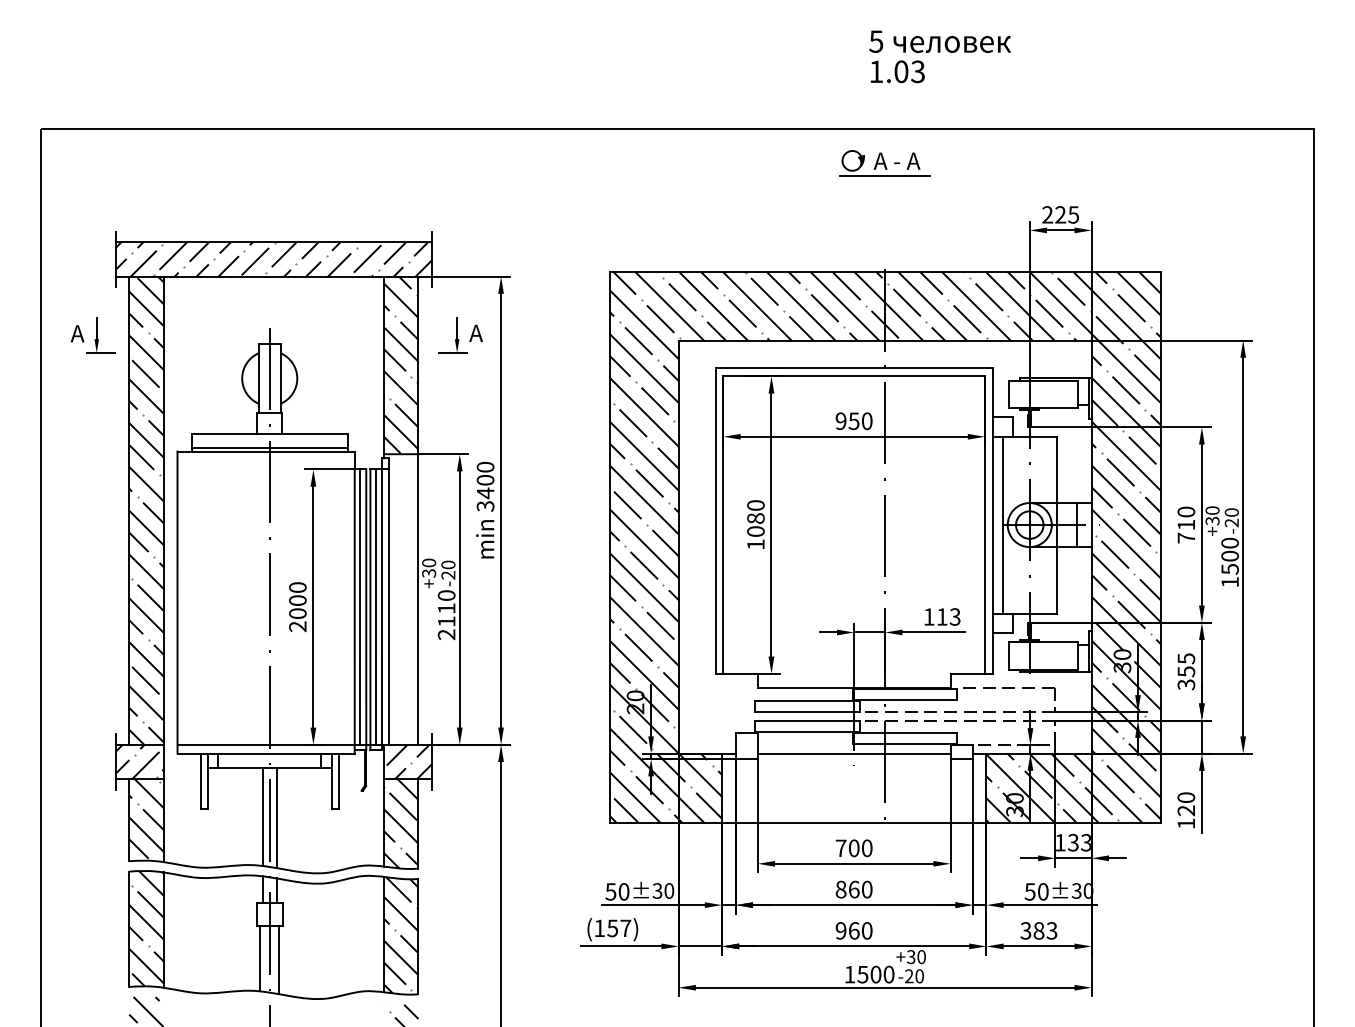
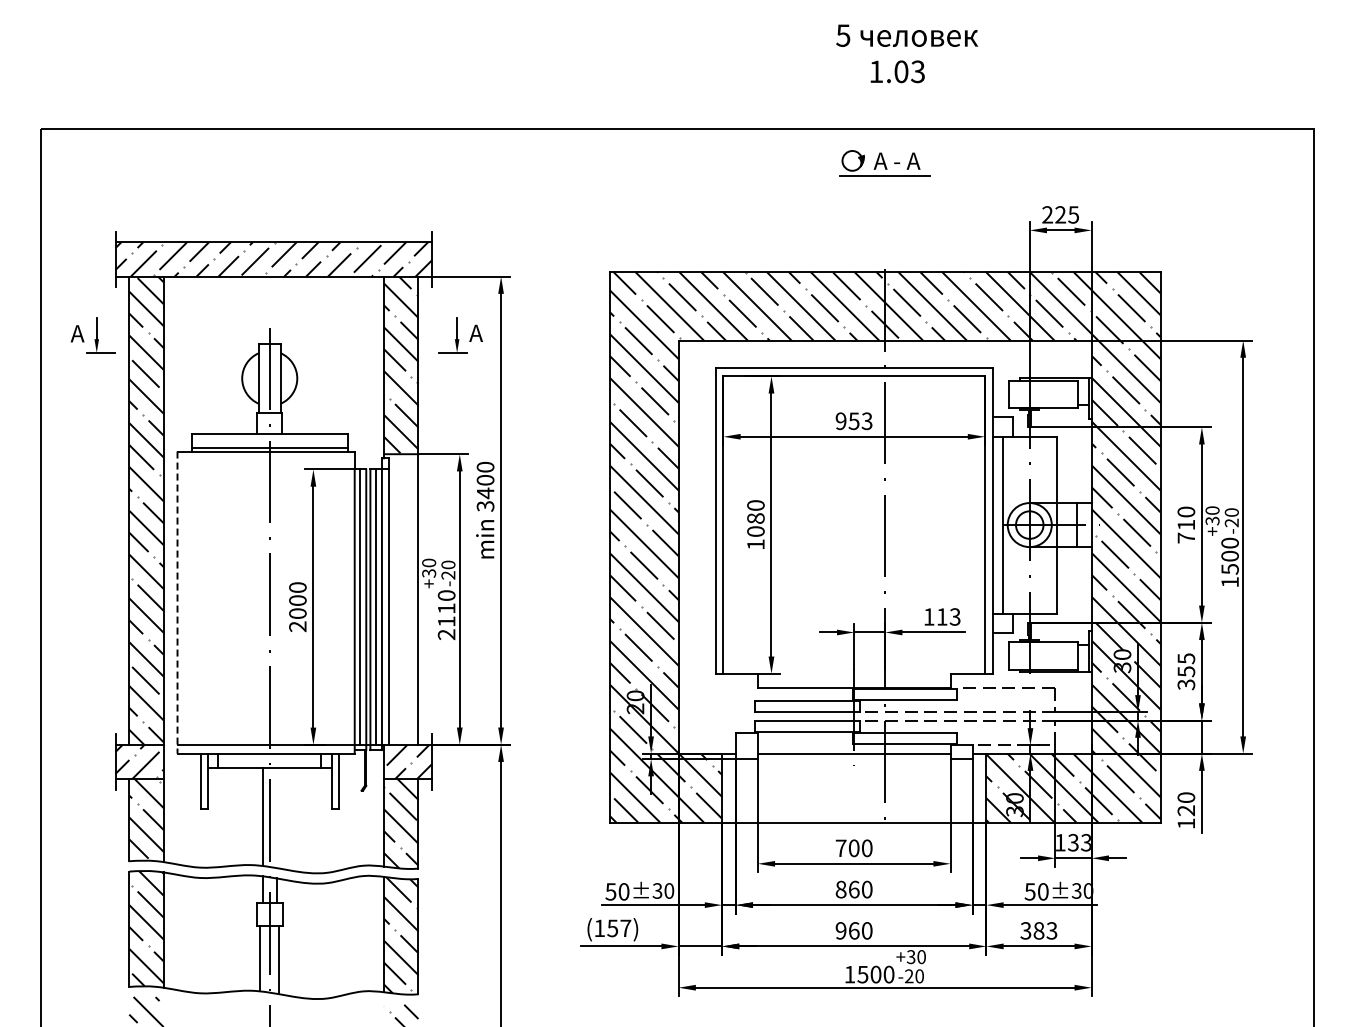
text at (940, 41) position: (940, 41) -> (907, 35)
text at (866, 420): 950 -> 953
line at (177, 603): solid -> dashed
line at (276, 817): present -> none
